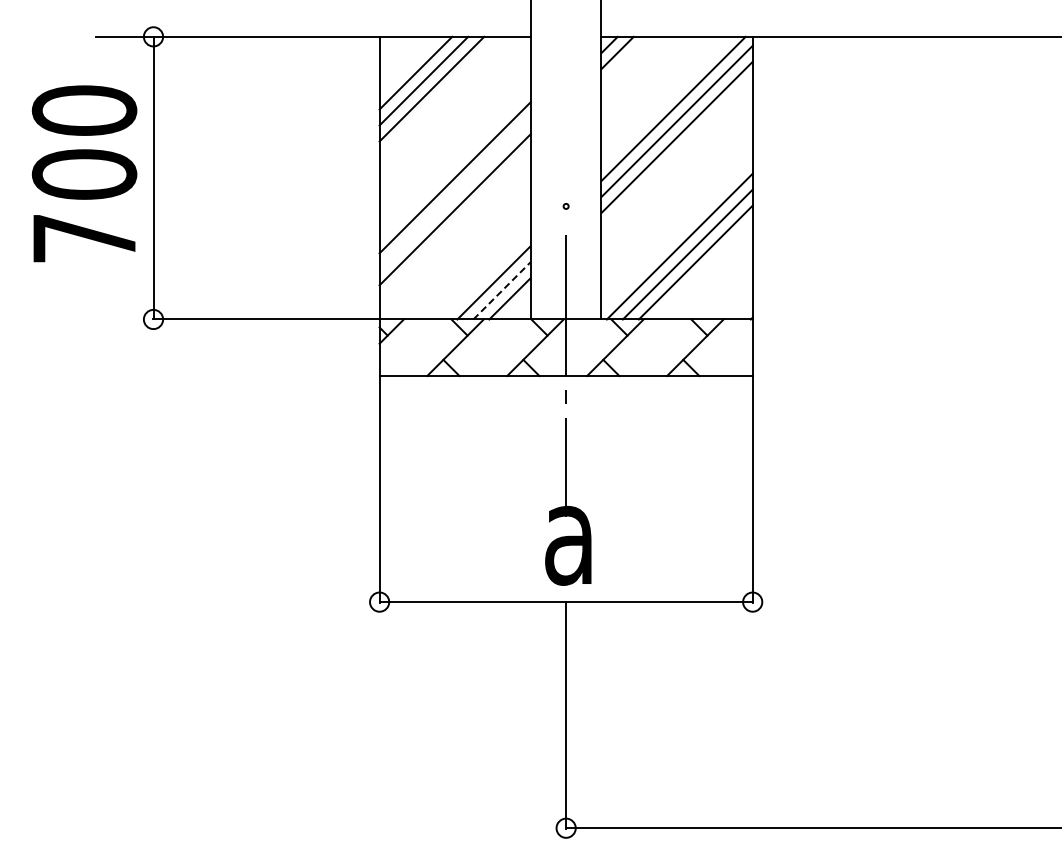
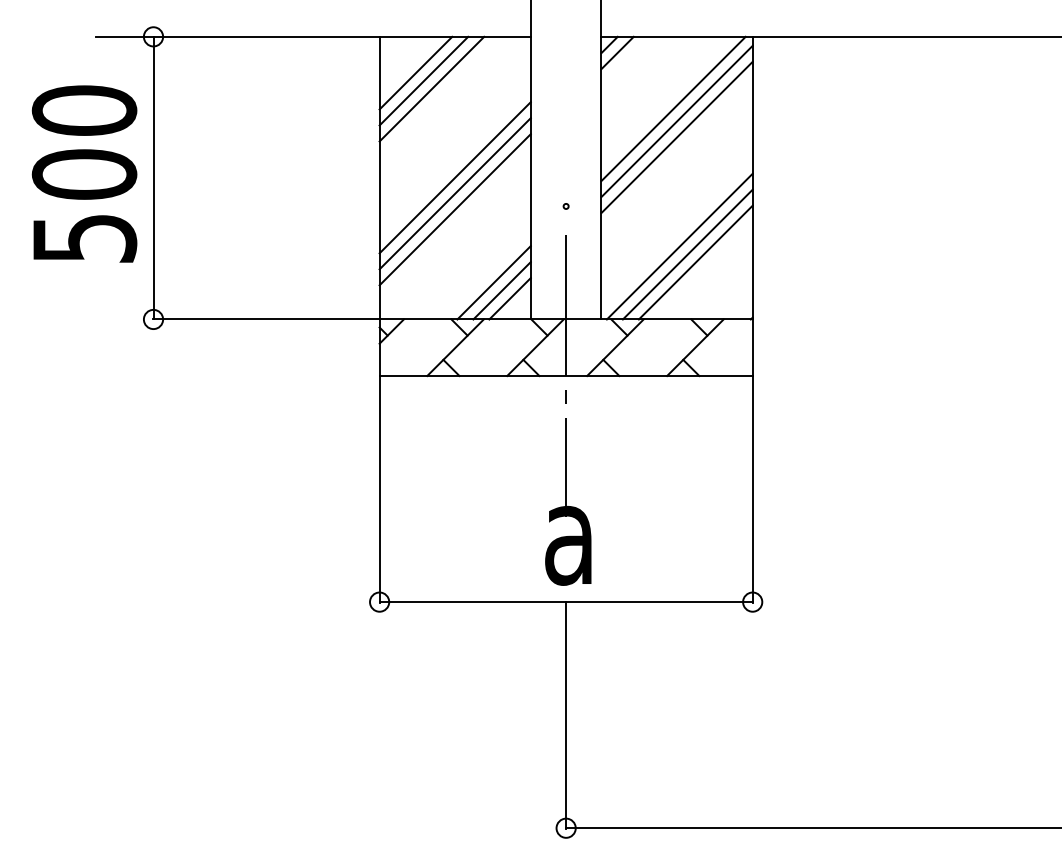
line at (454, 193): none -> present
text at (85, 238): 700 -> 500
line at (502, 290): dashed -> solid
